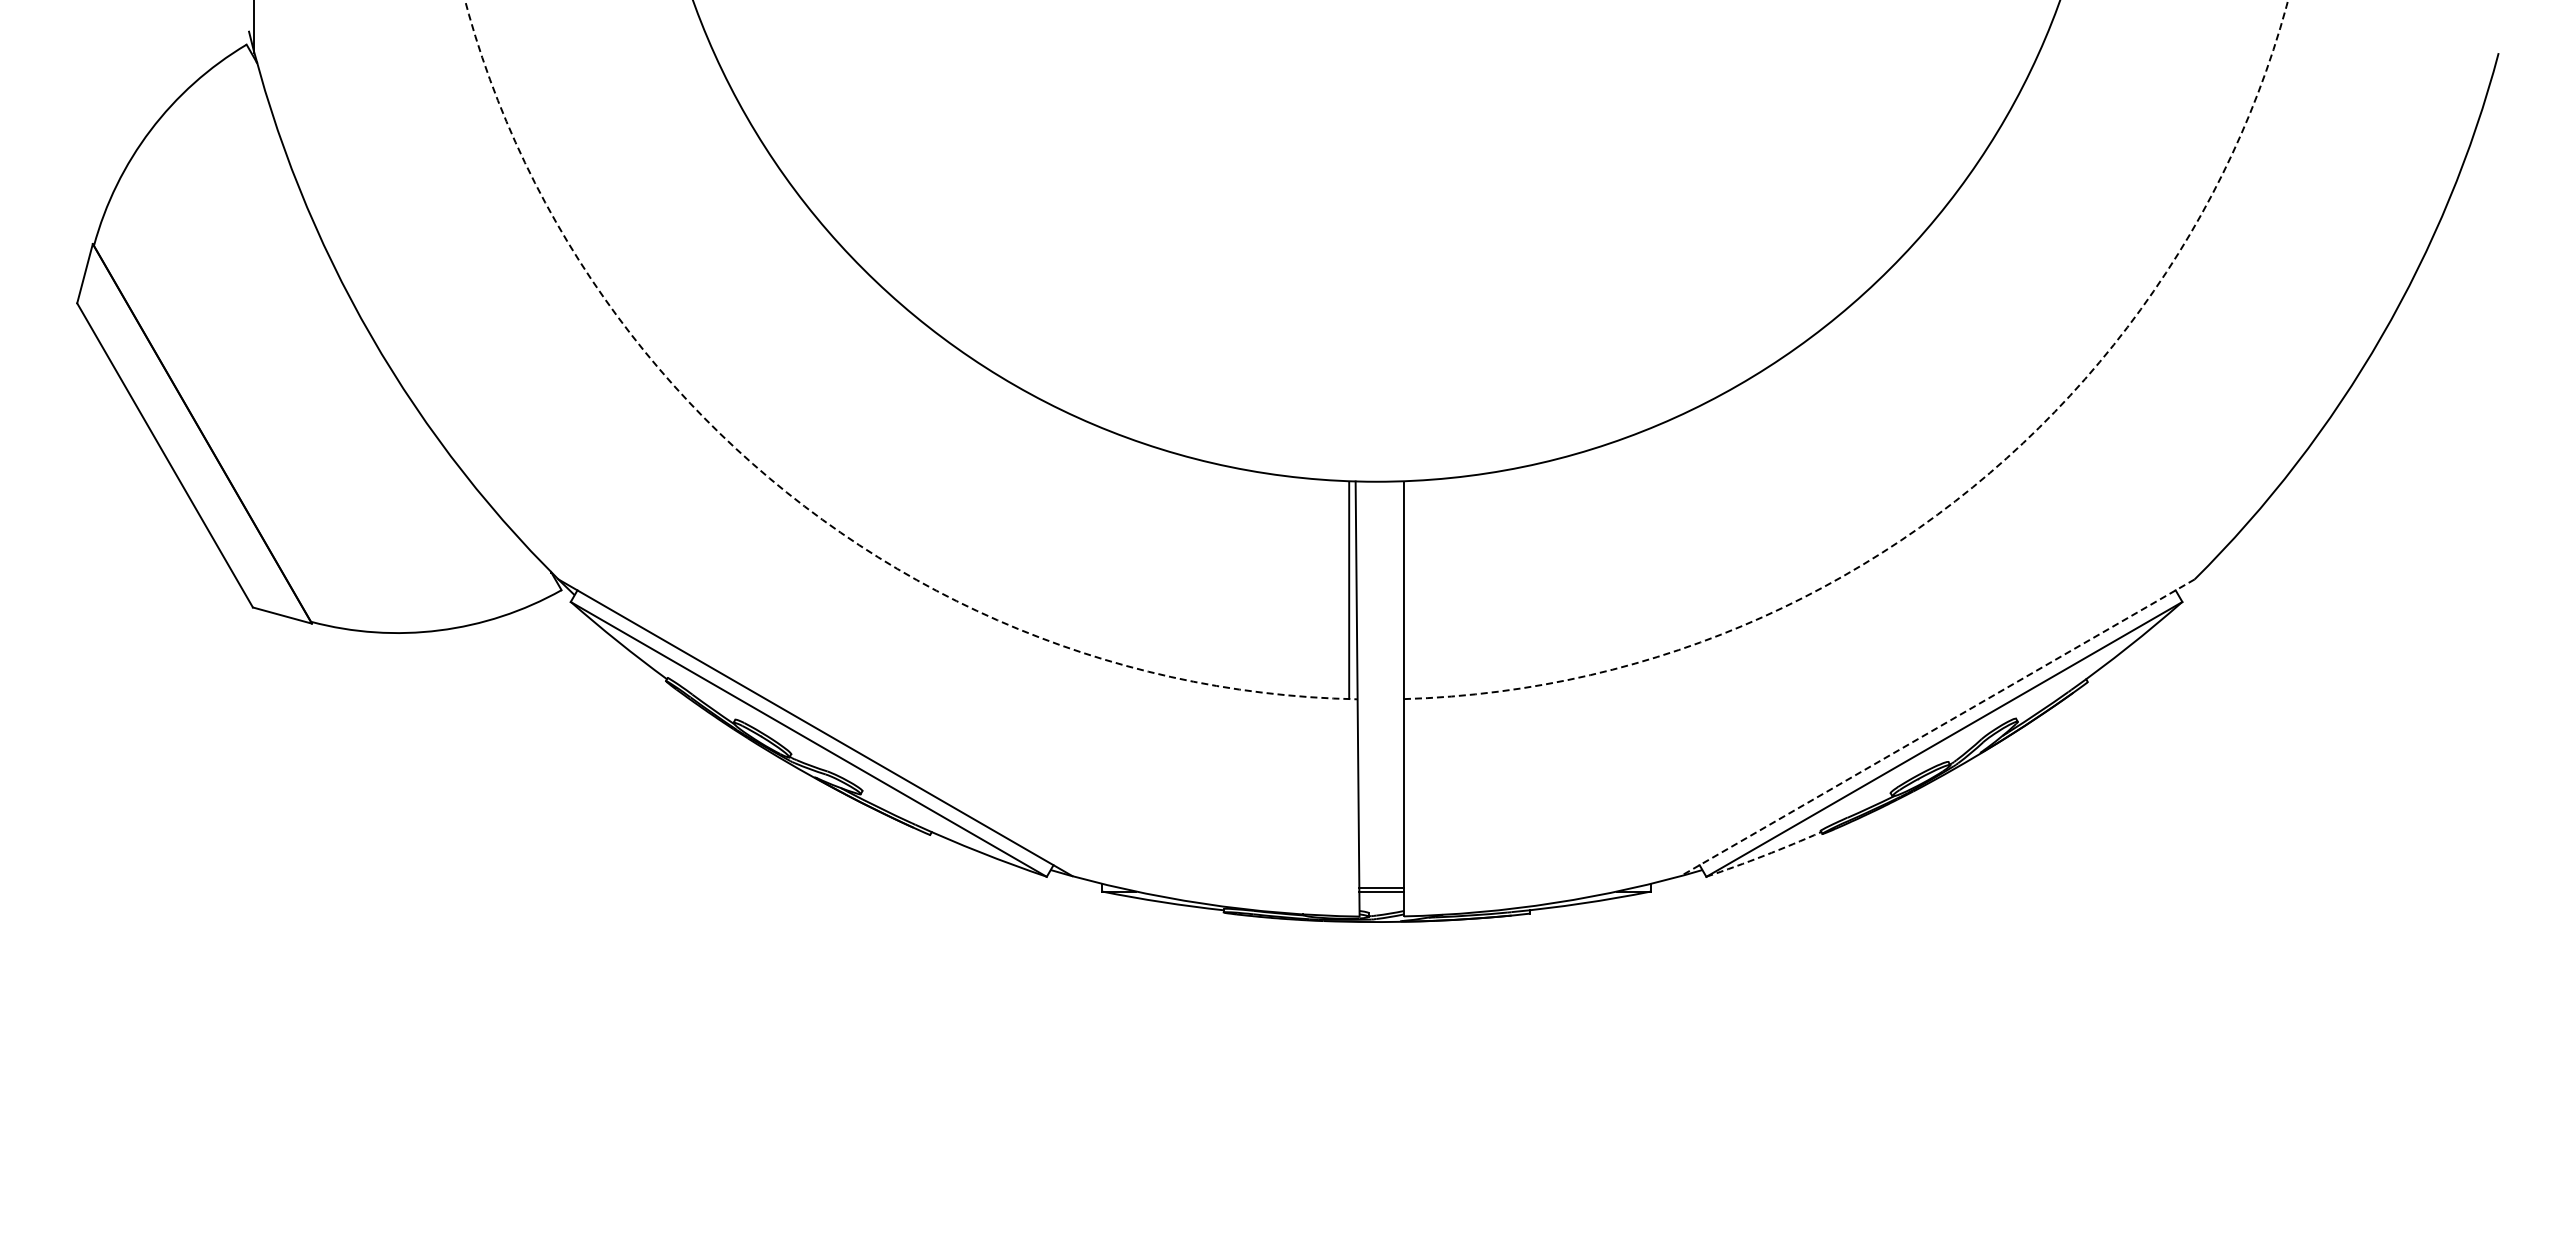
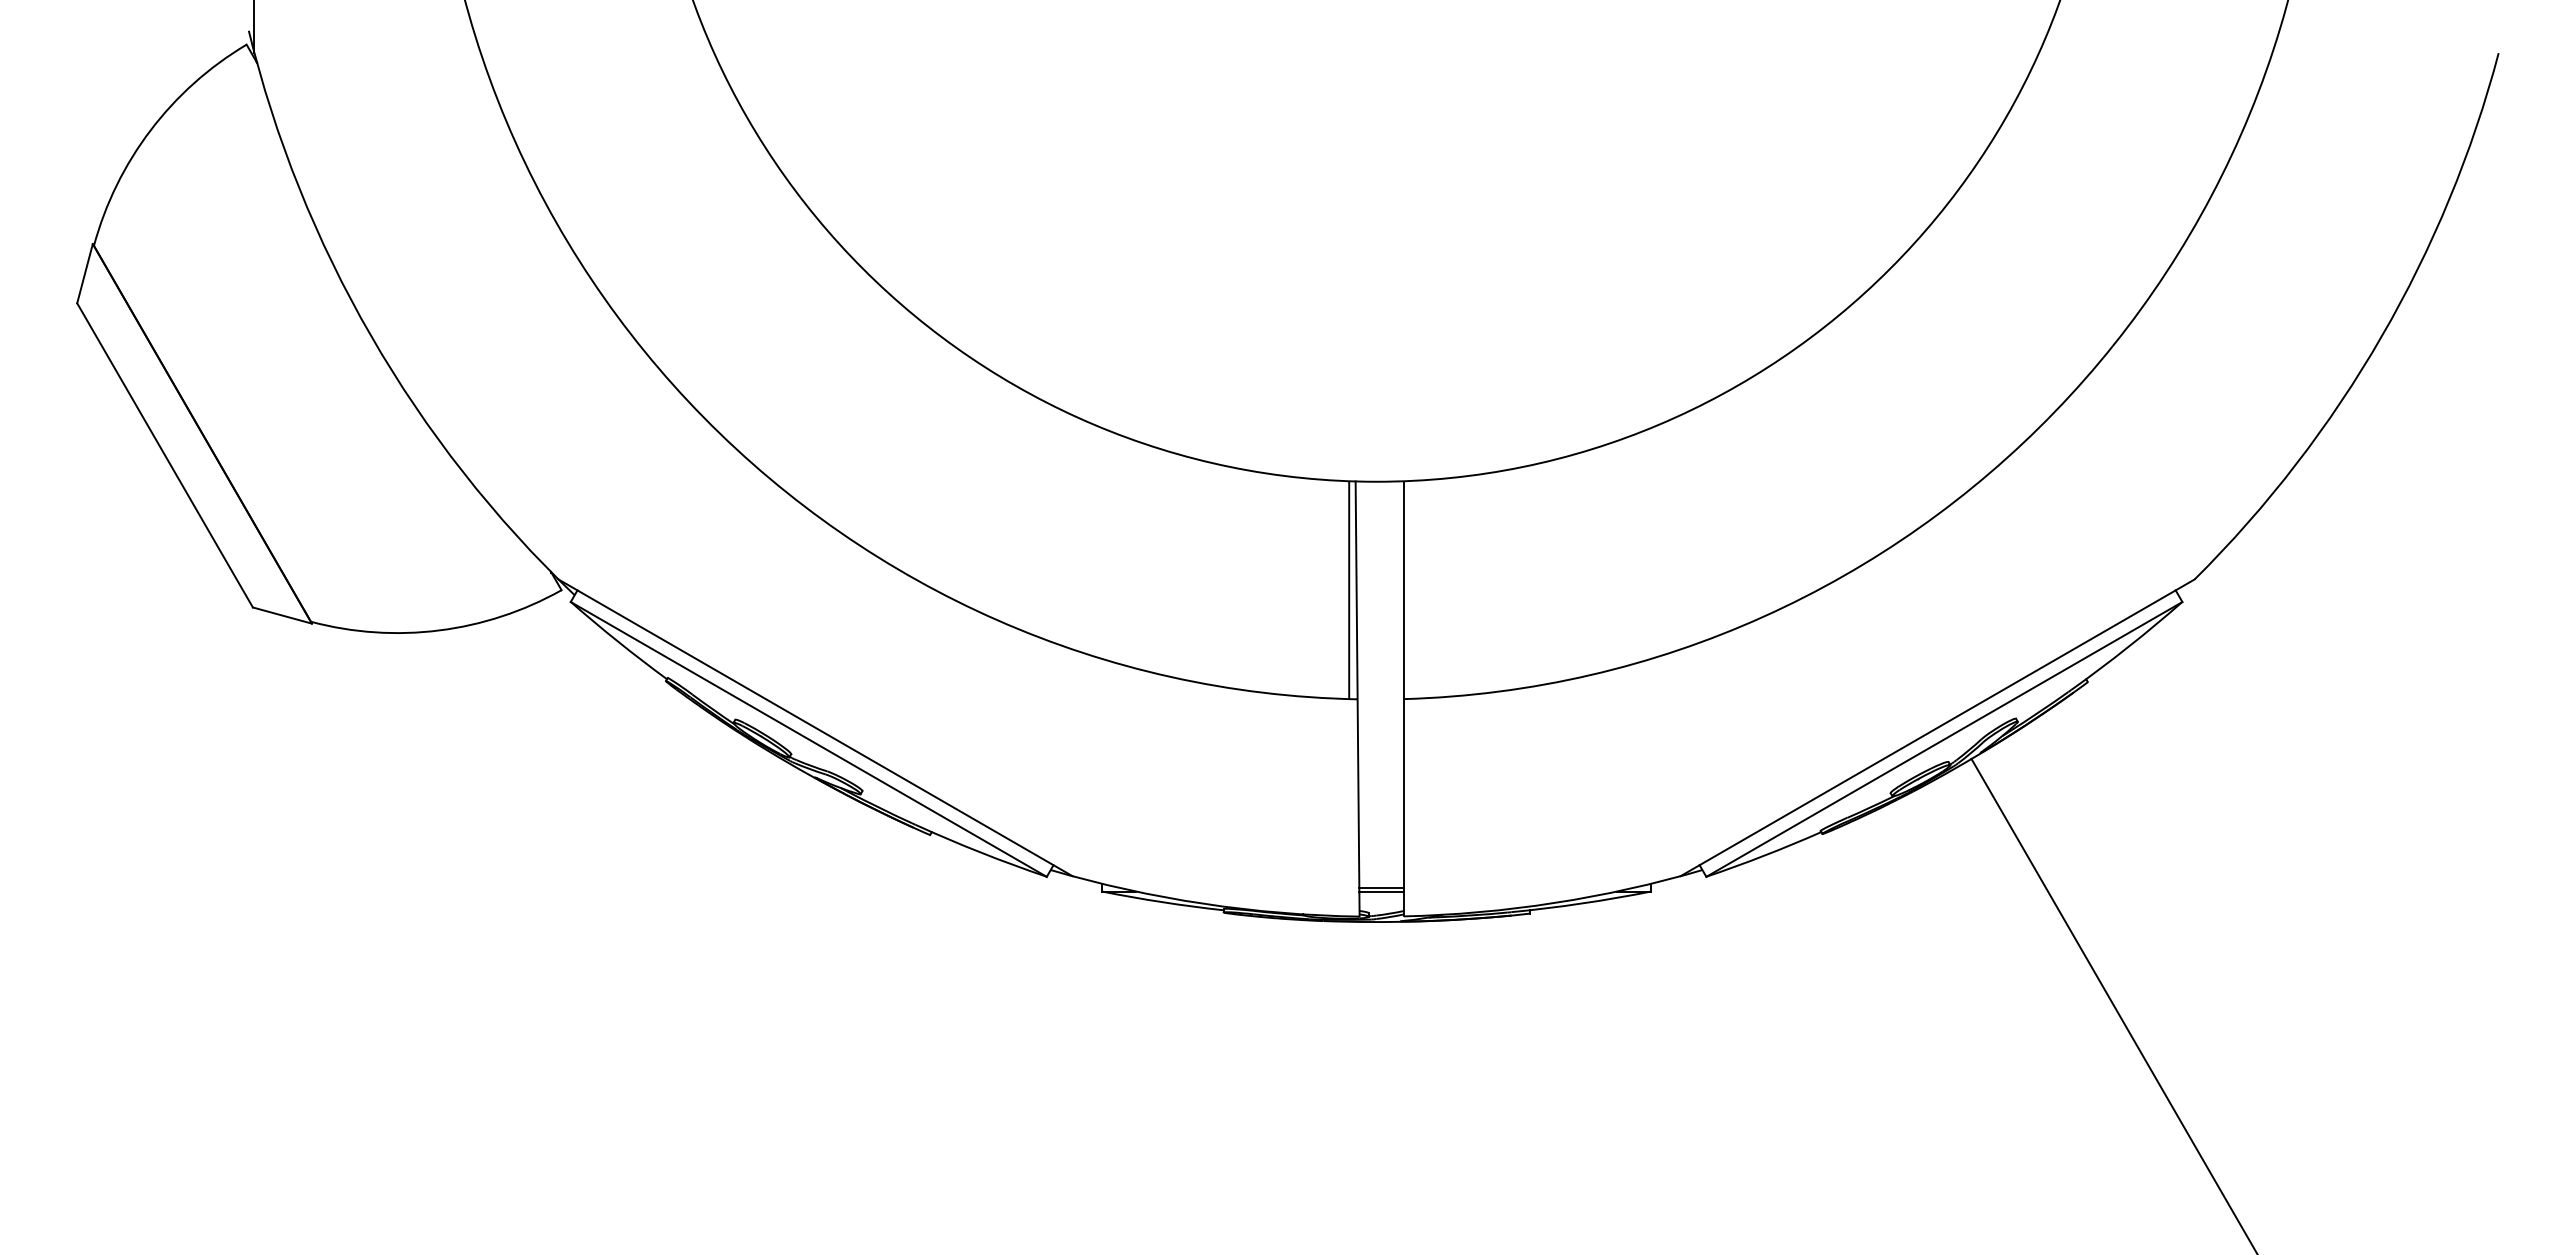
arc at (1958, 498): dashed -> solid
arc at (798, 501): dashed -> solid
line at (1937, 727): dashed -> solid
arc at (1764, 855): dashed -> solid
line at (2113, 1004): none -> present
